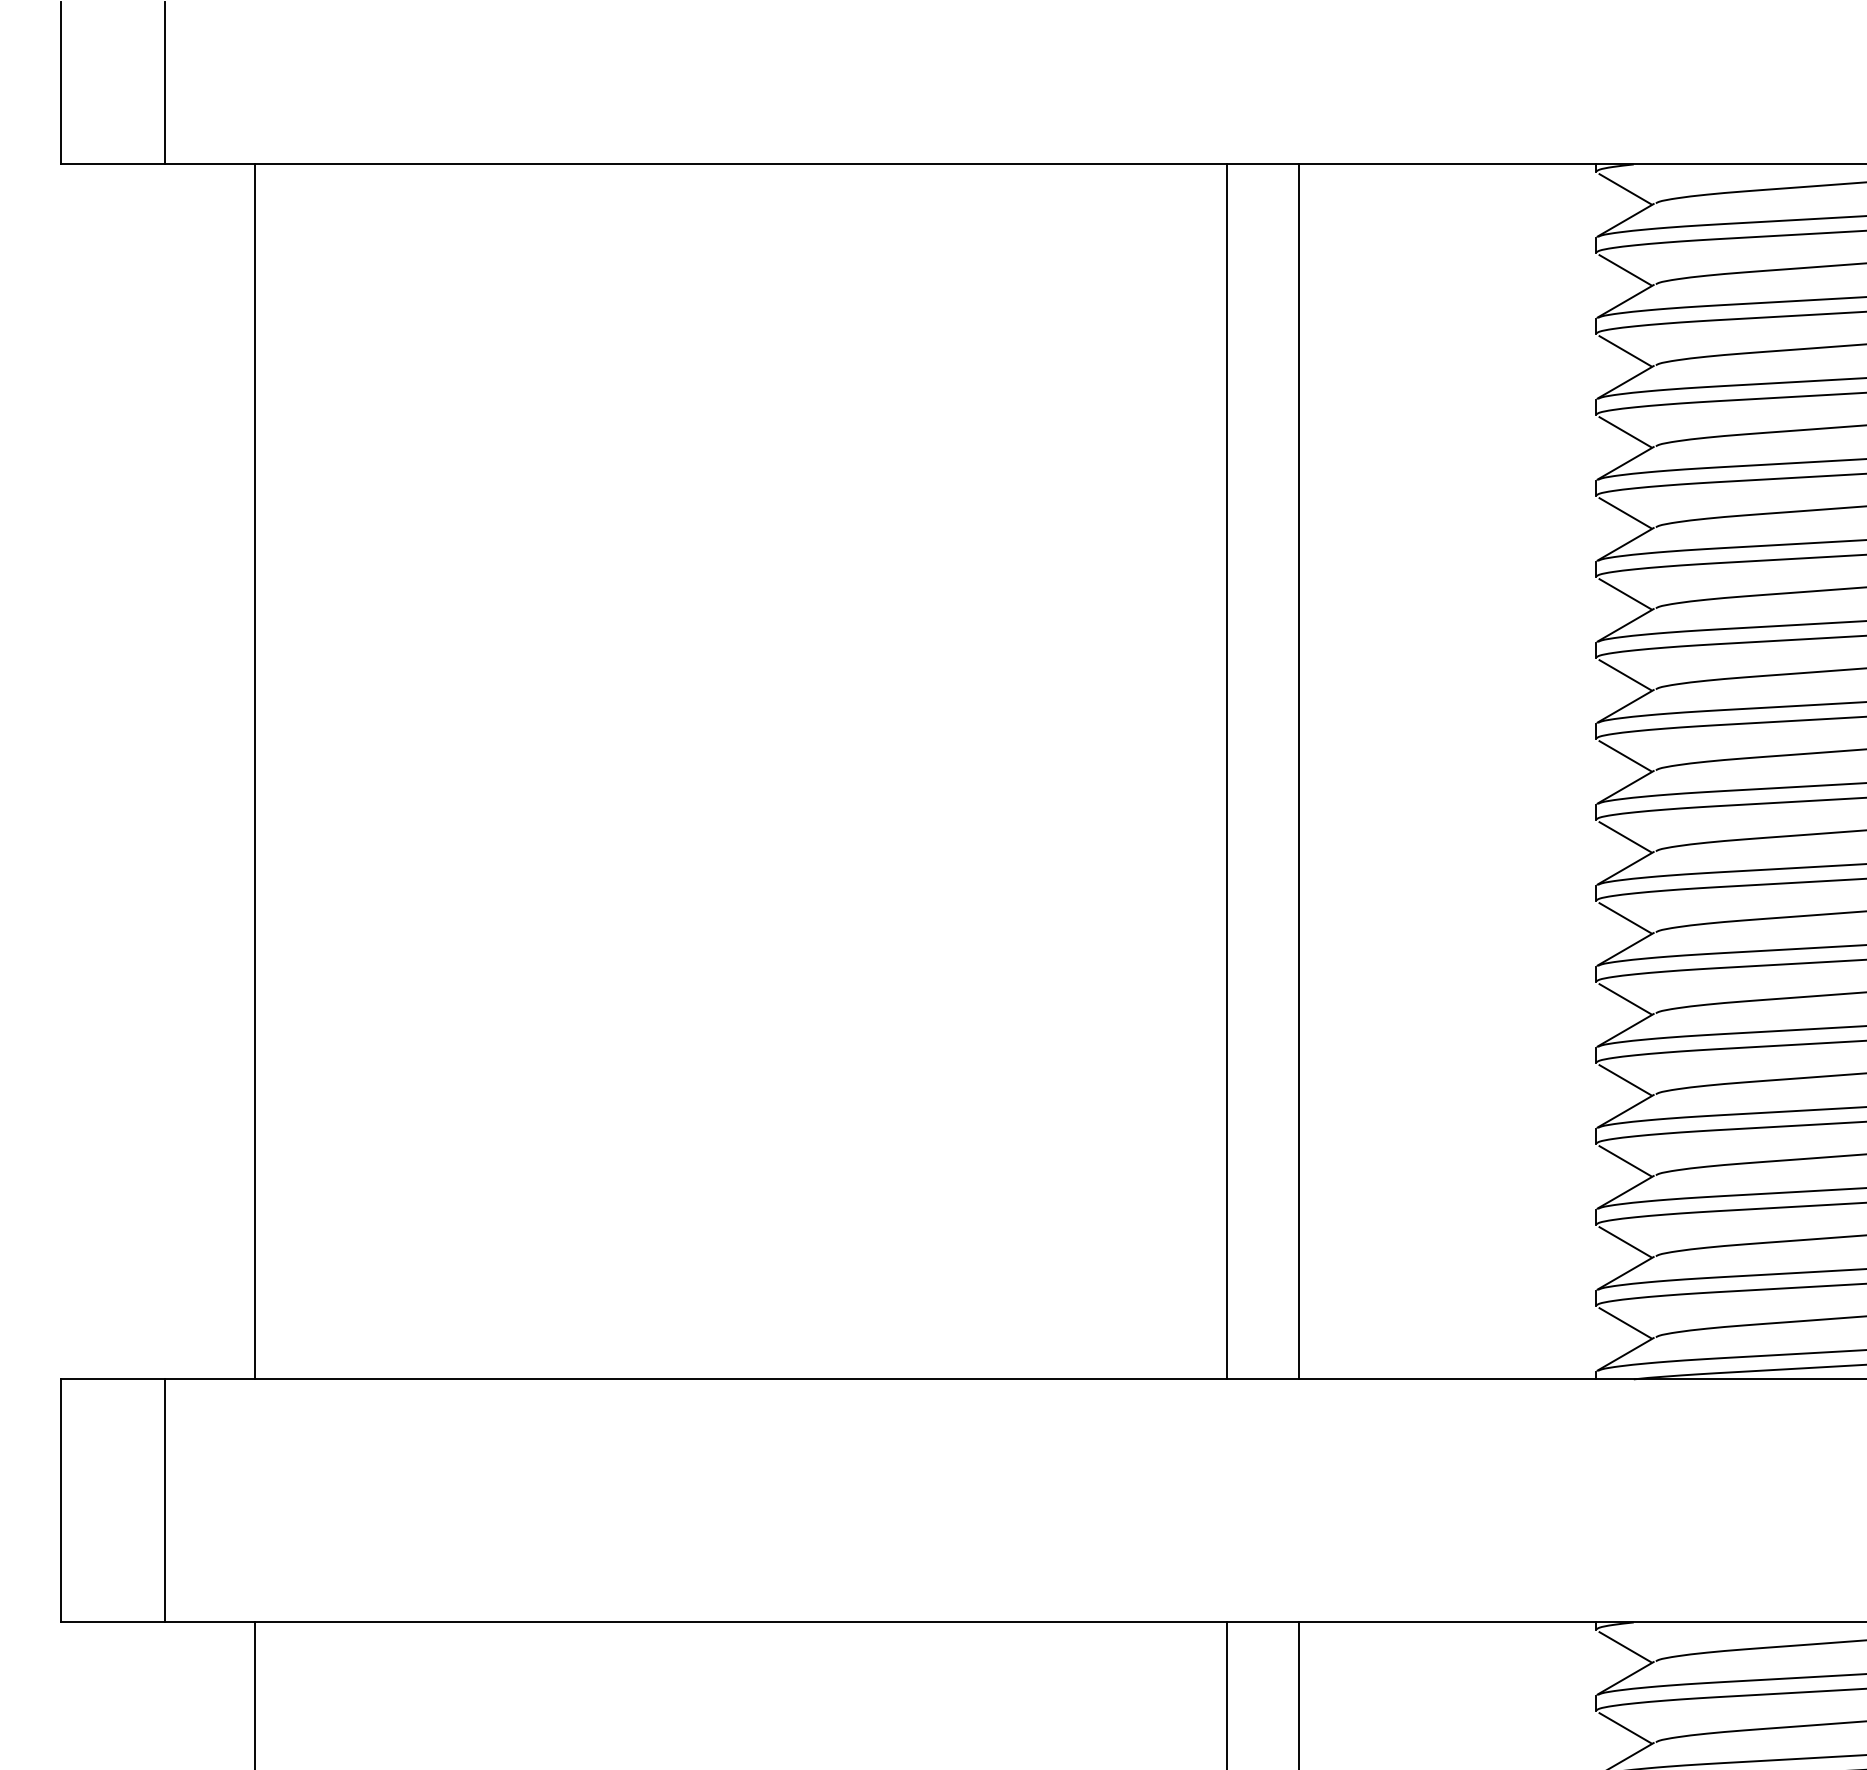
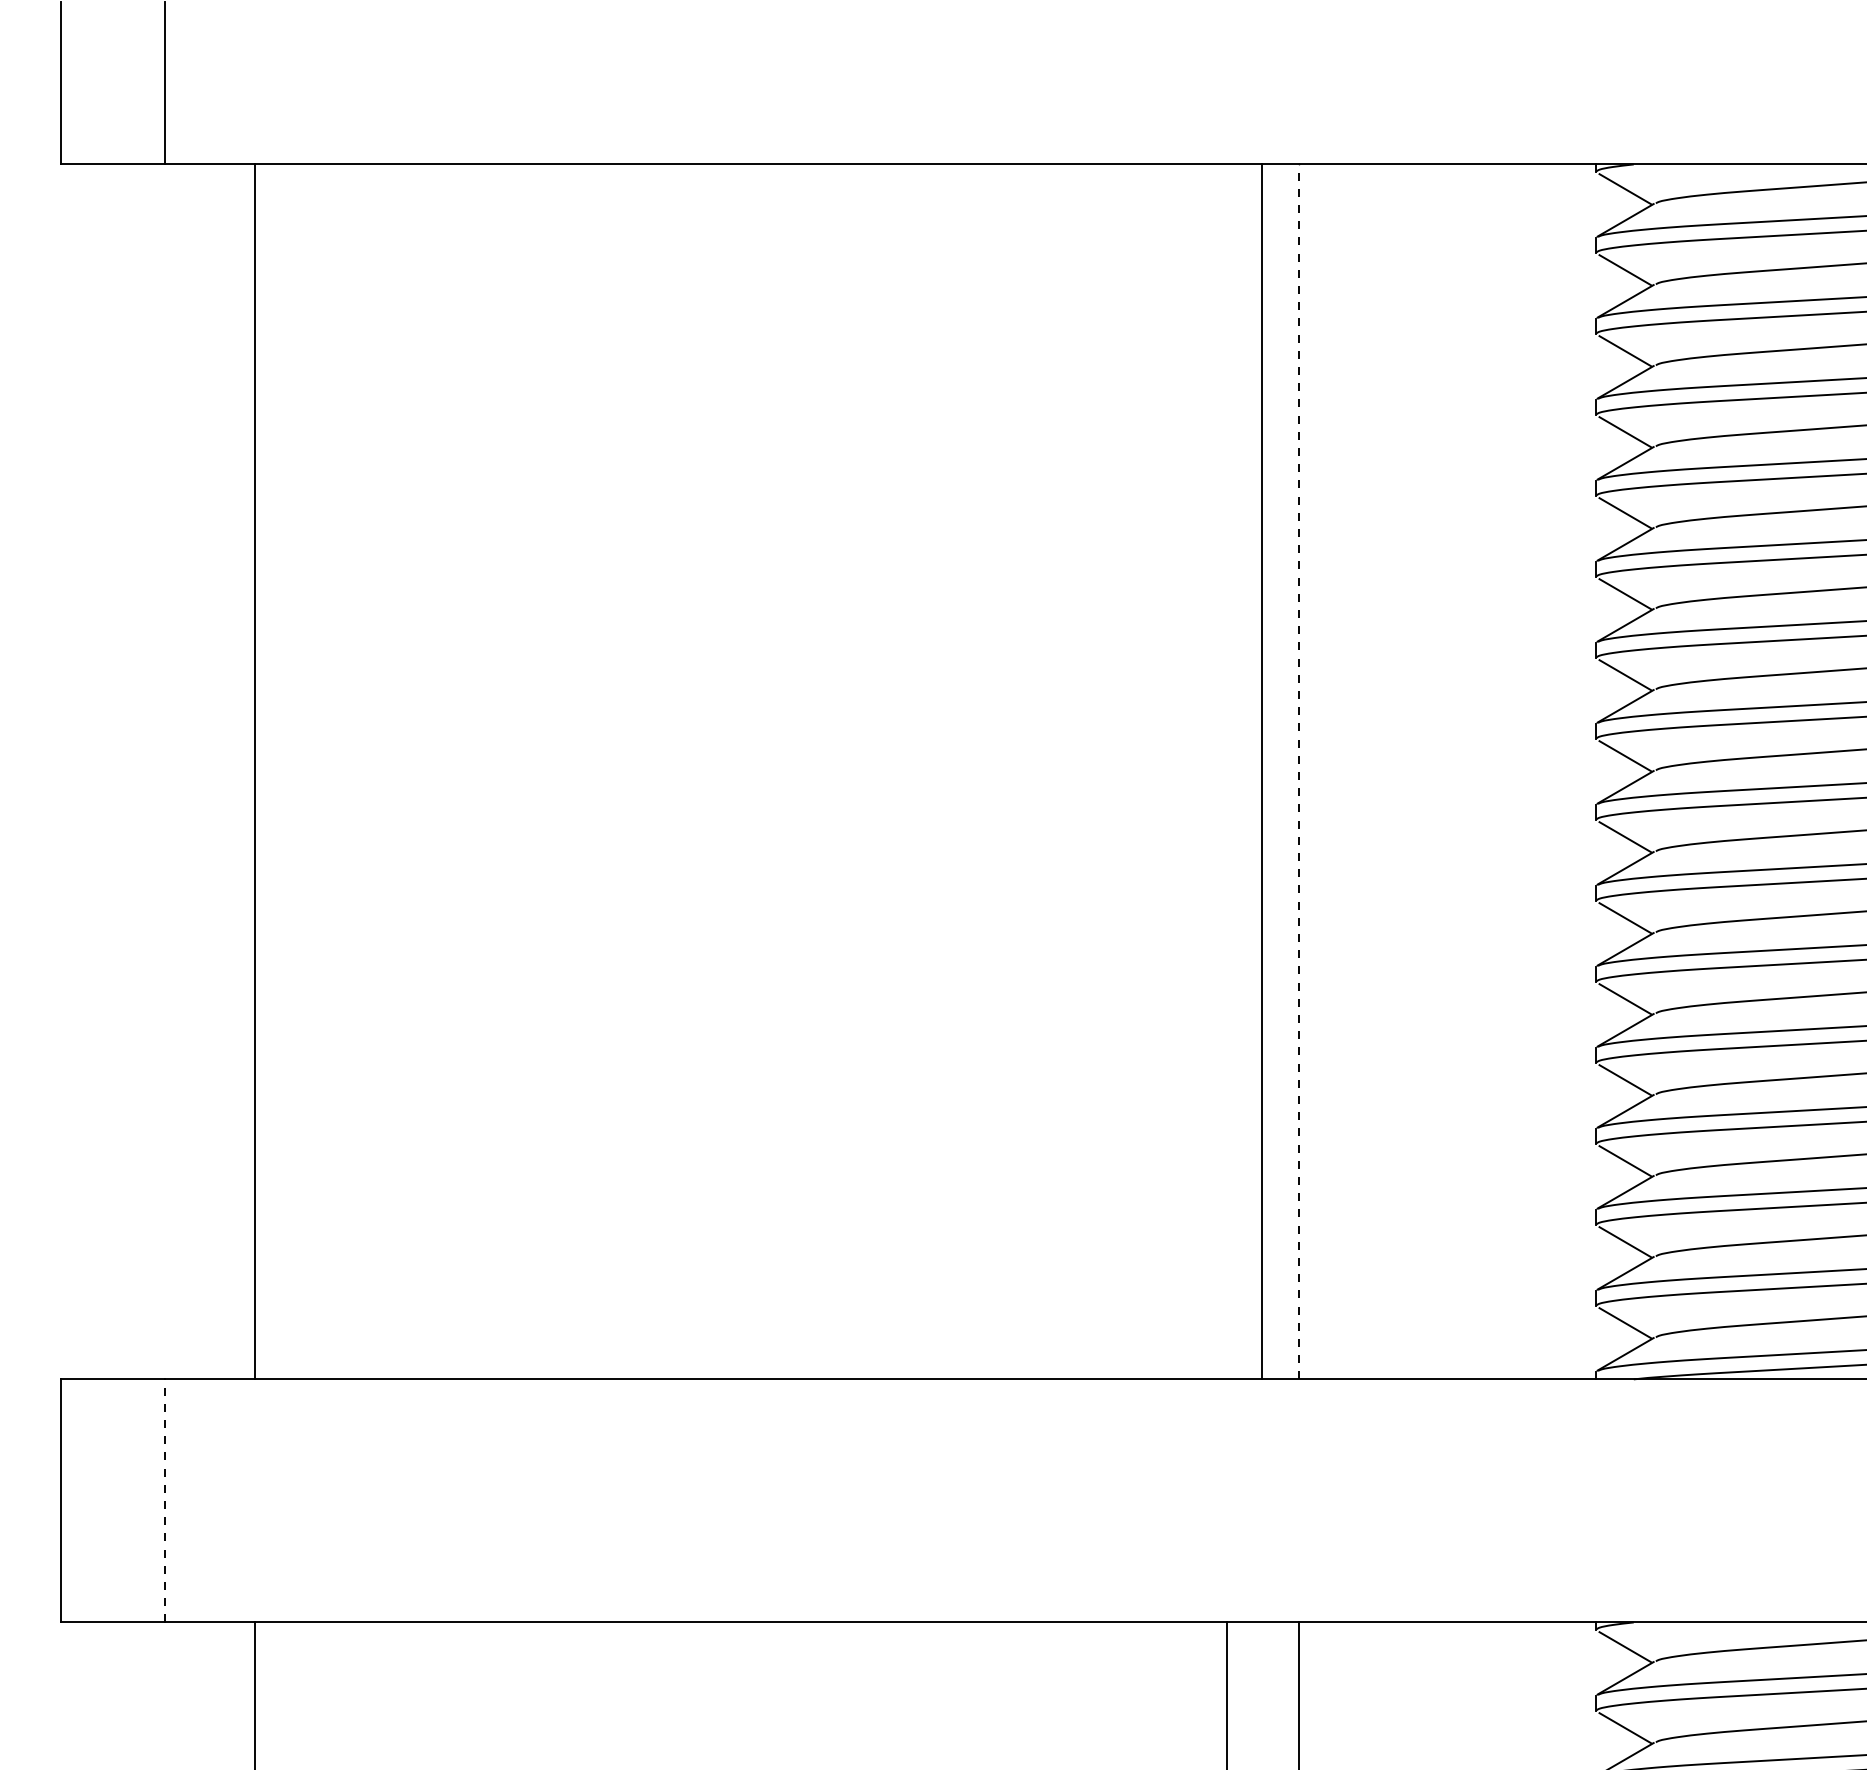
line at (1227, 771) position: (1227, 771) -> (1262, 771)
line at (1298, 771): solid -> dashed
line at (164, 1500): solid -> dashed
